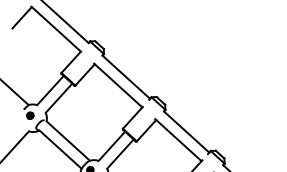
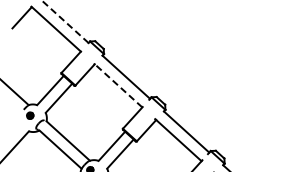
line at (65, 21): solid -> dashed
line at (118, 85): solid -> dashed
